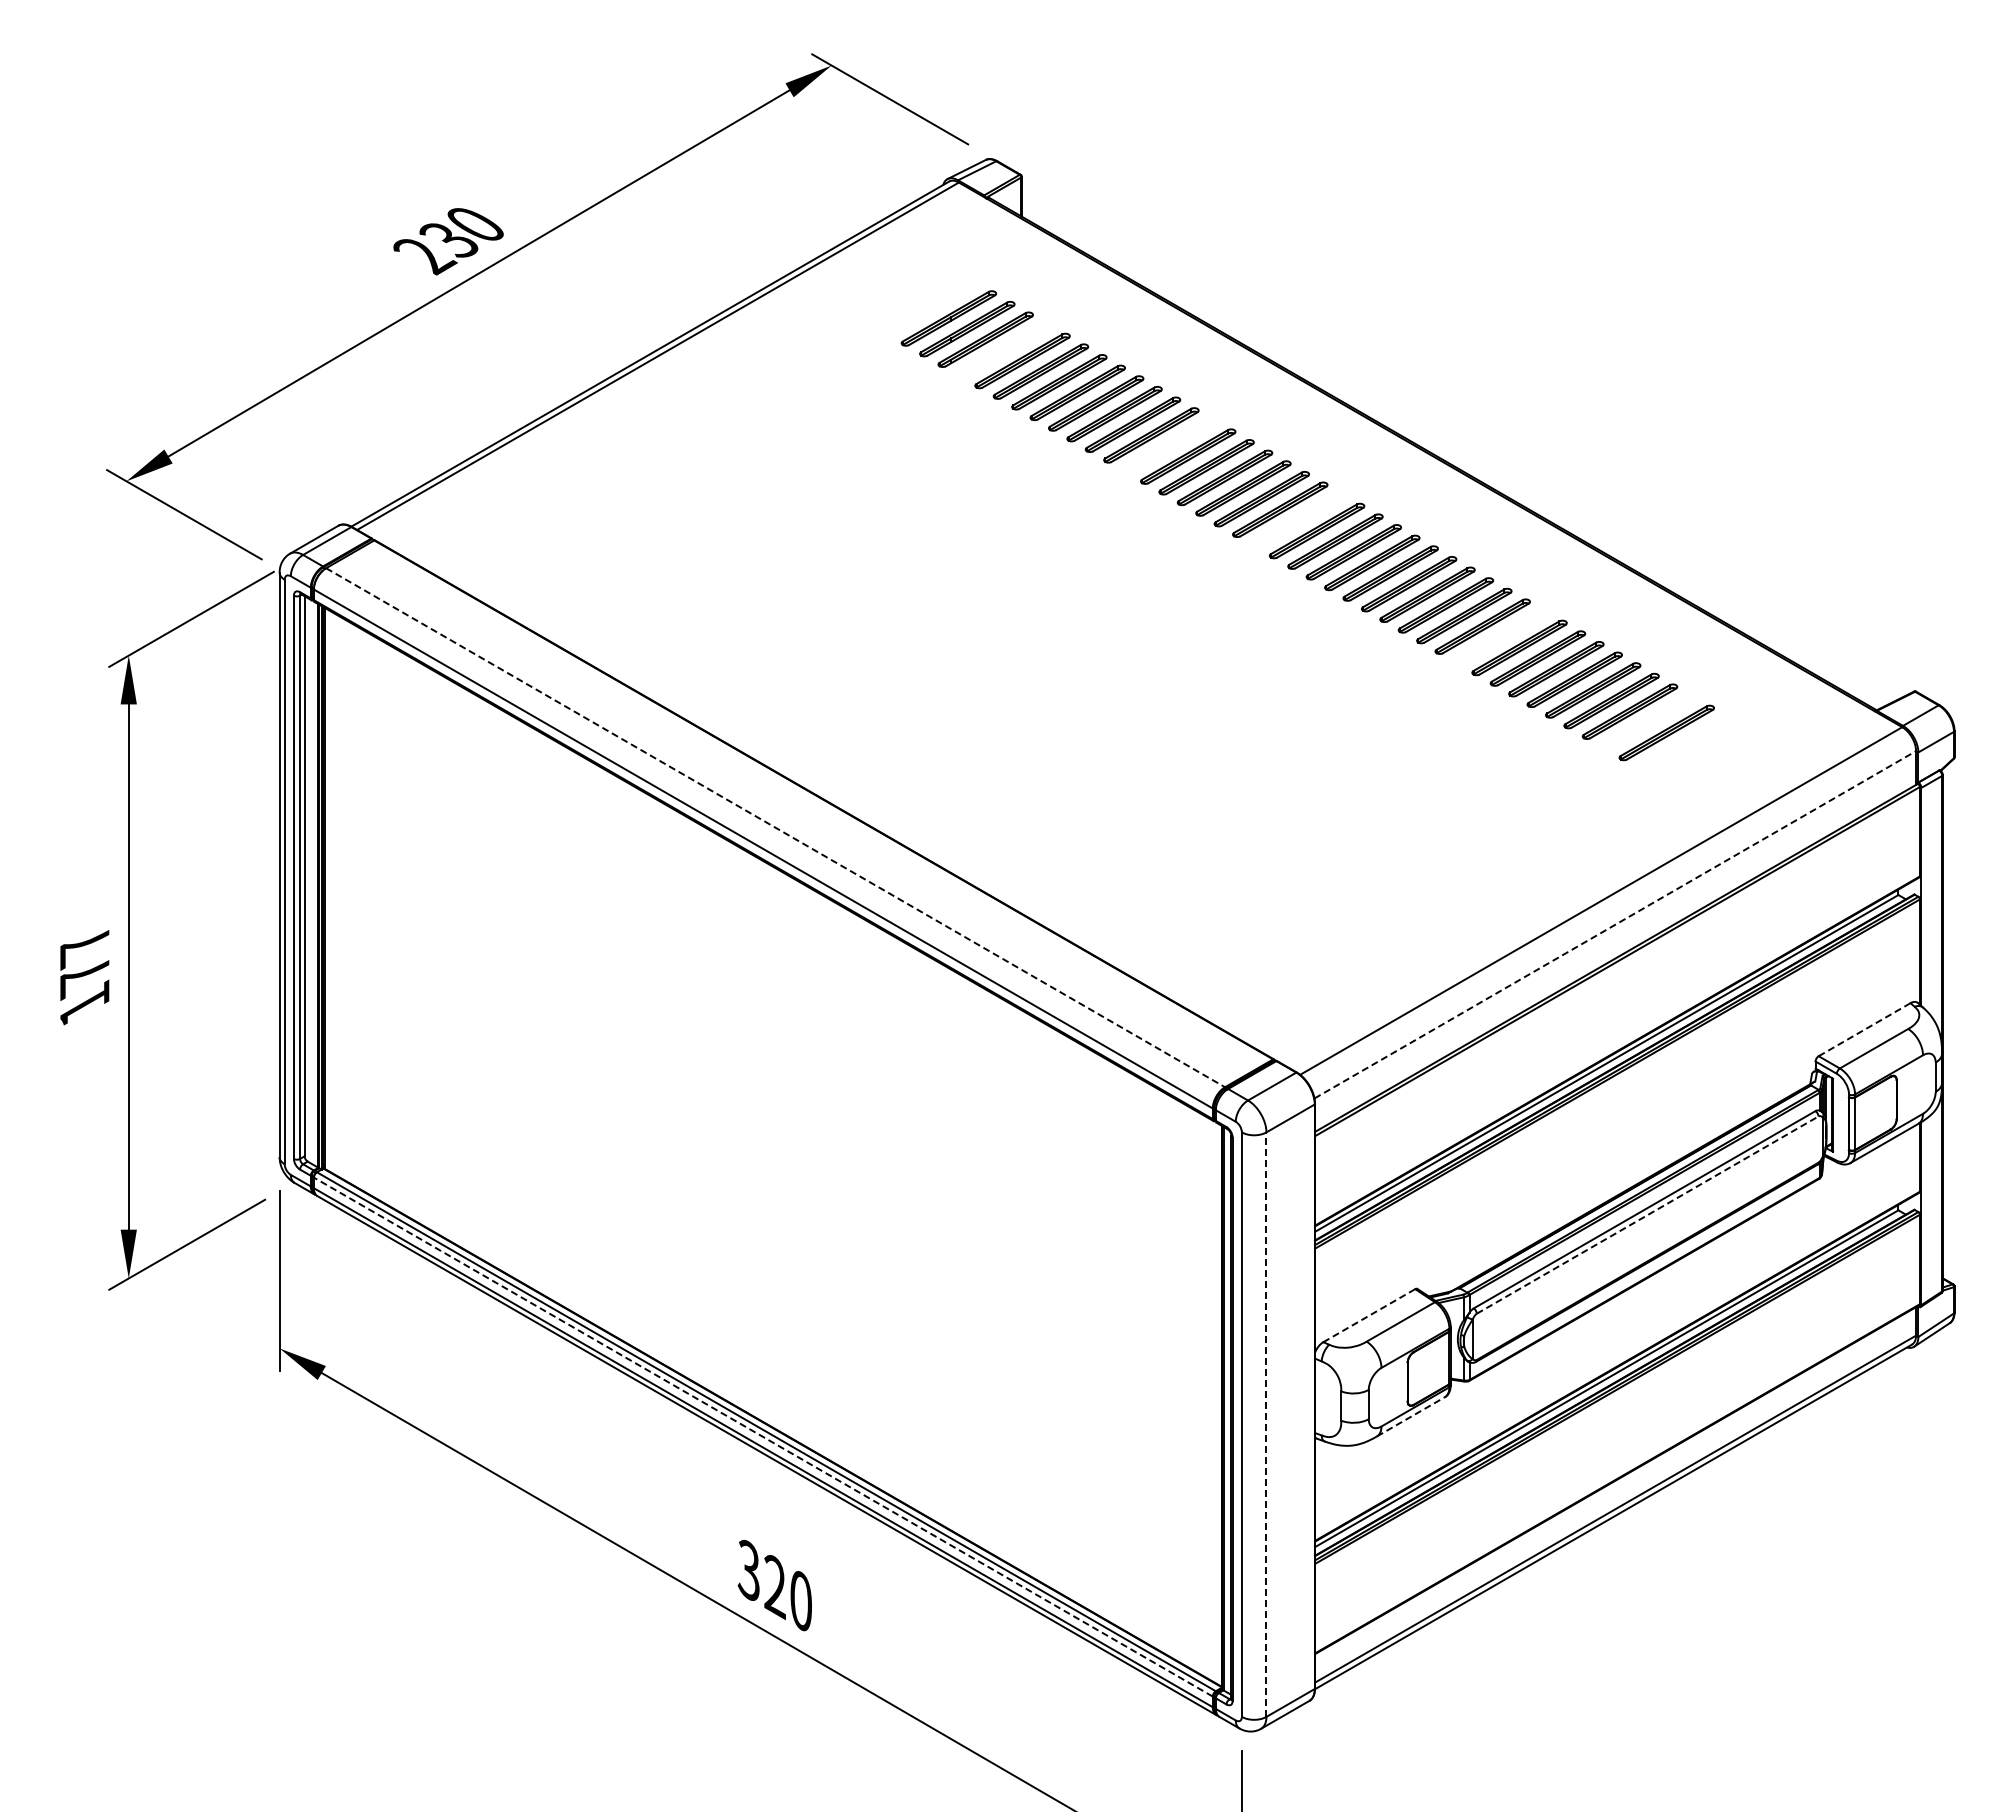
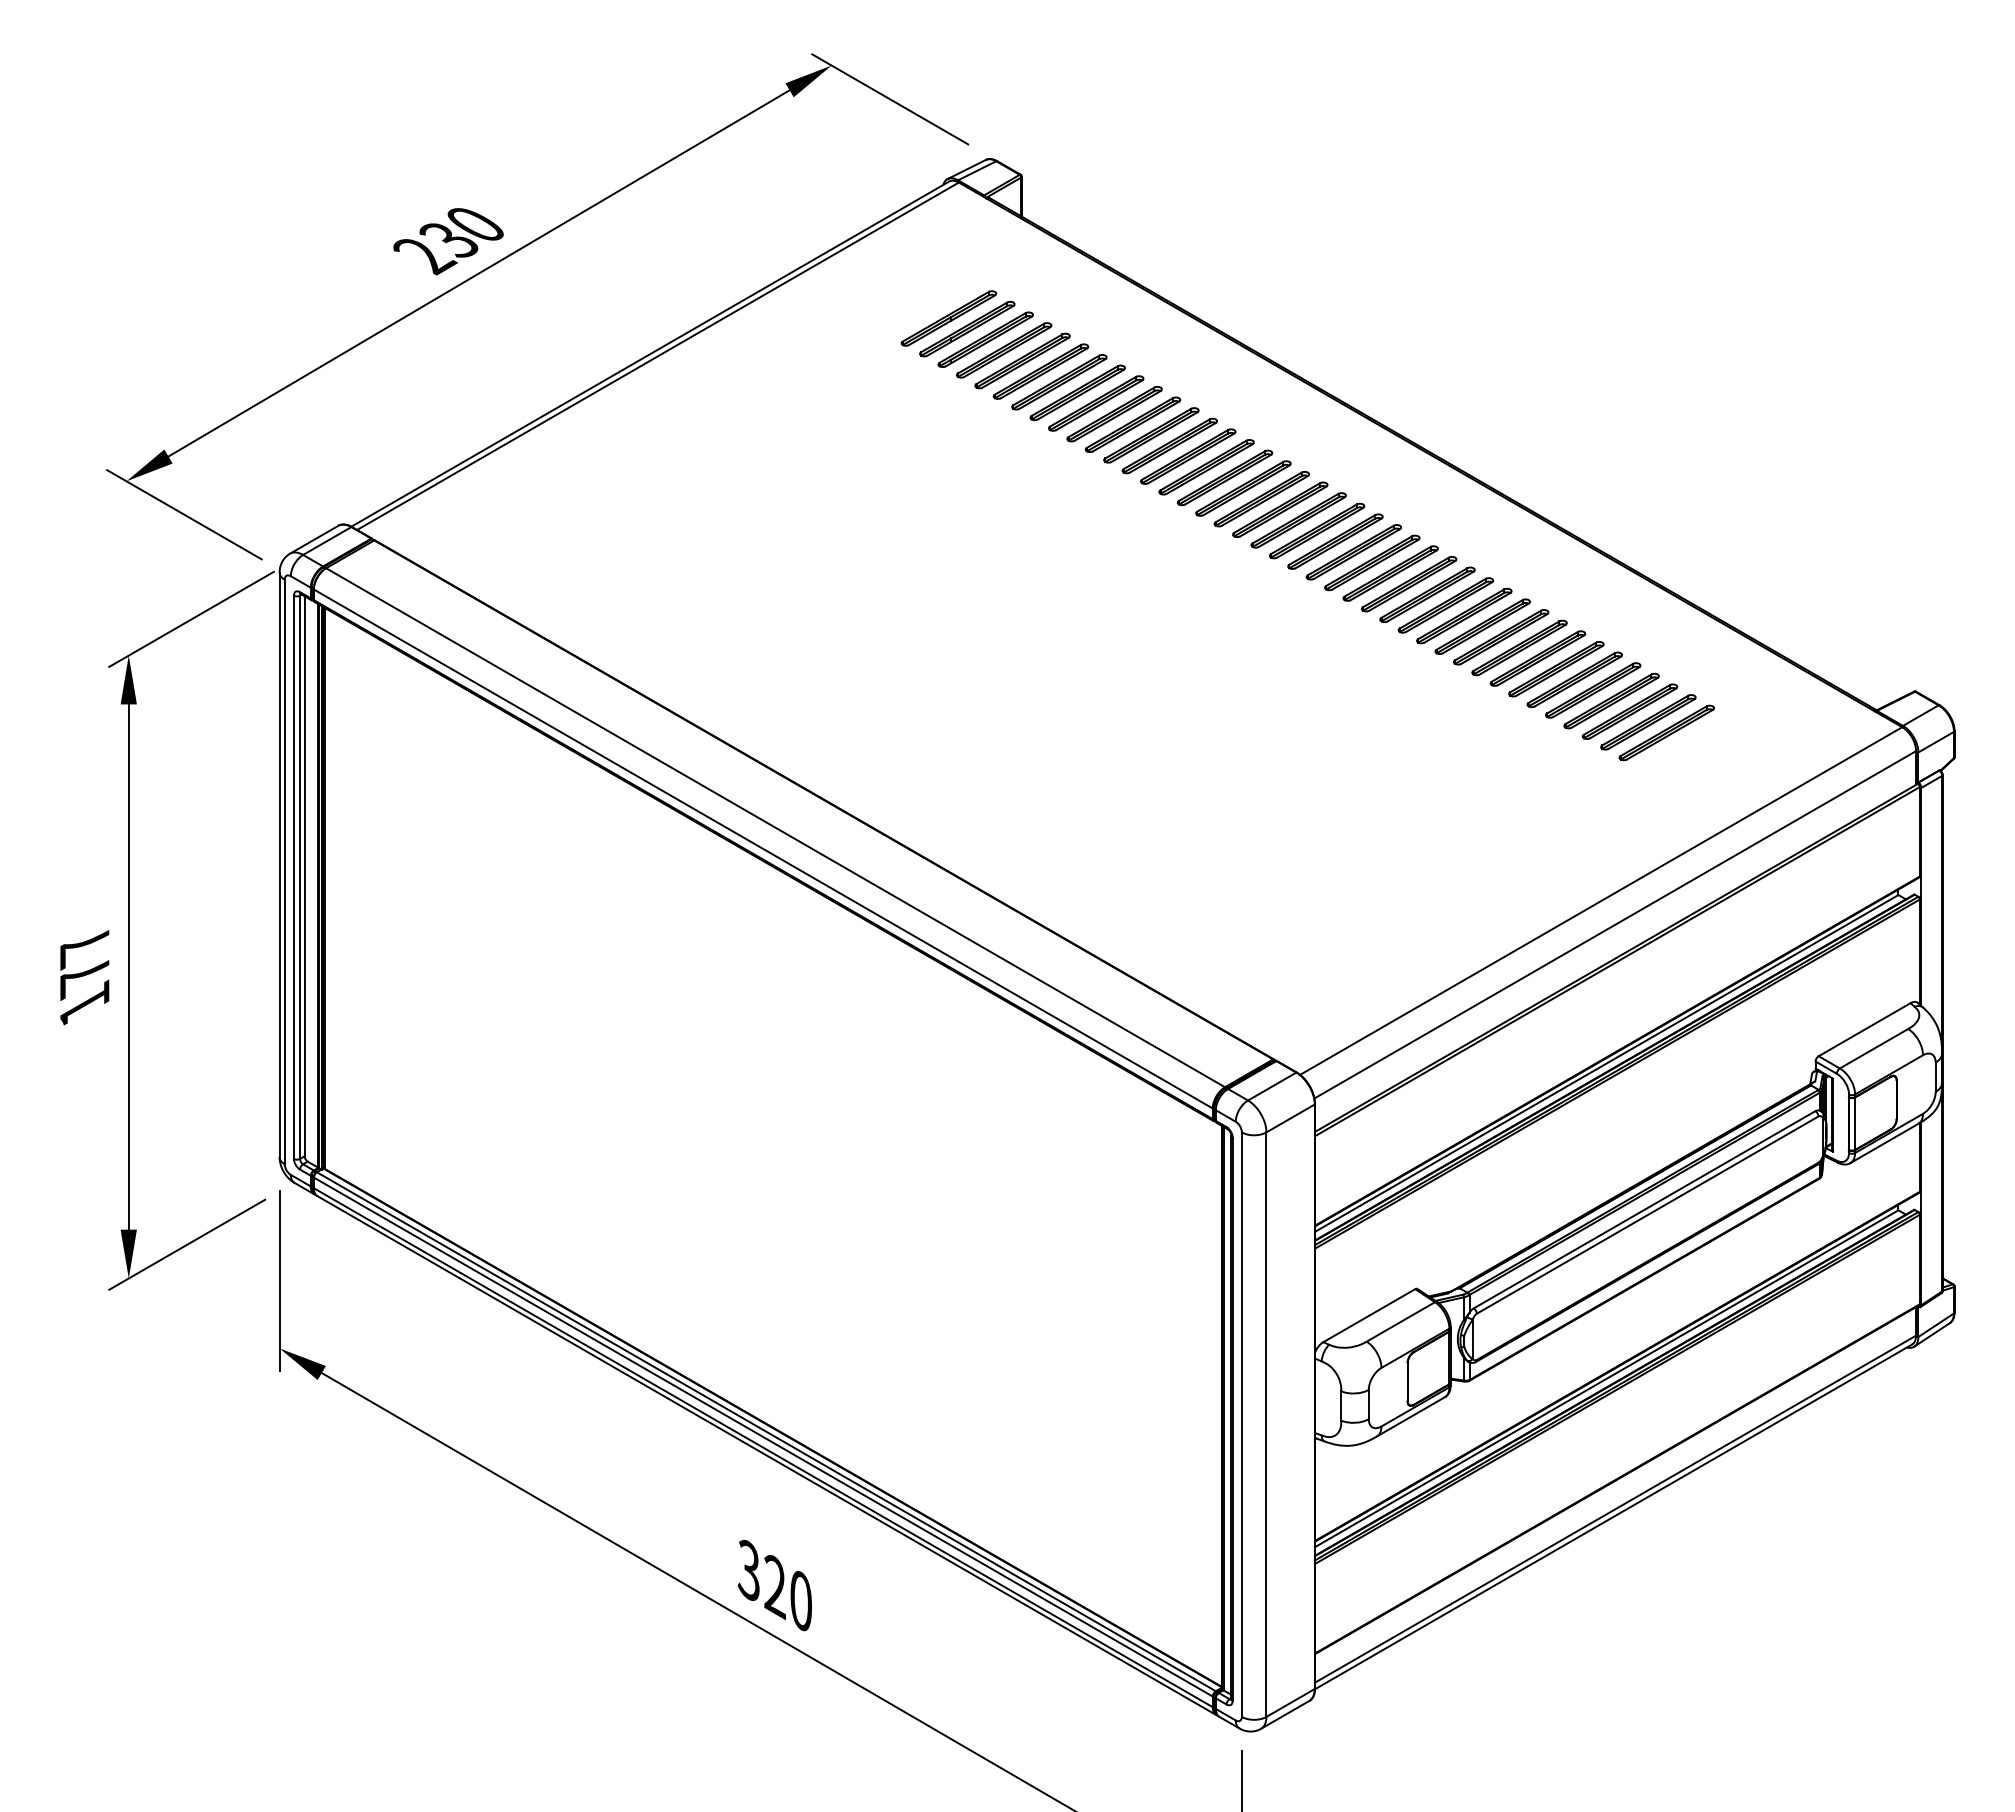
part at (1004, 350): none -> present
part at (1169, 445): none -> present
part at (1298, 520): none -> present
part at (1501, 637): none -> present
part at (1648, 722): none -> present
line at (775, 827): dashed -> solid
line at (1615, 924): dashed -> solid
line at (1865, 1029): dashed -> solid
line at (1648, 1214): dashed -> solid
line at (1369, 1315): dashed -> solid
line at (1411, 1416): dashed -> solid
line at (1266, 1424): dashed -> solid
line at (763, 1437): dashed -> solid
